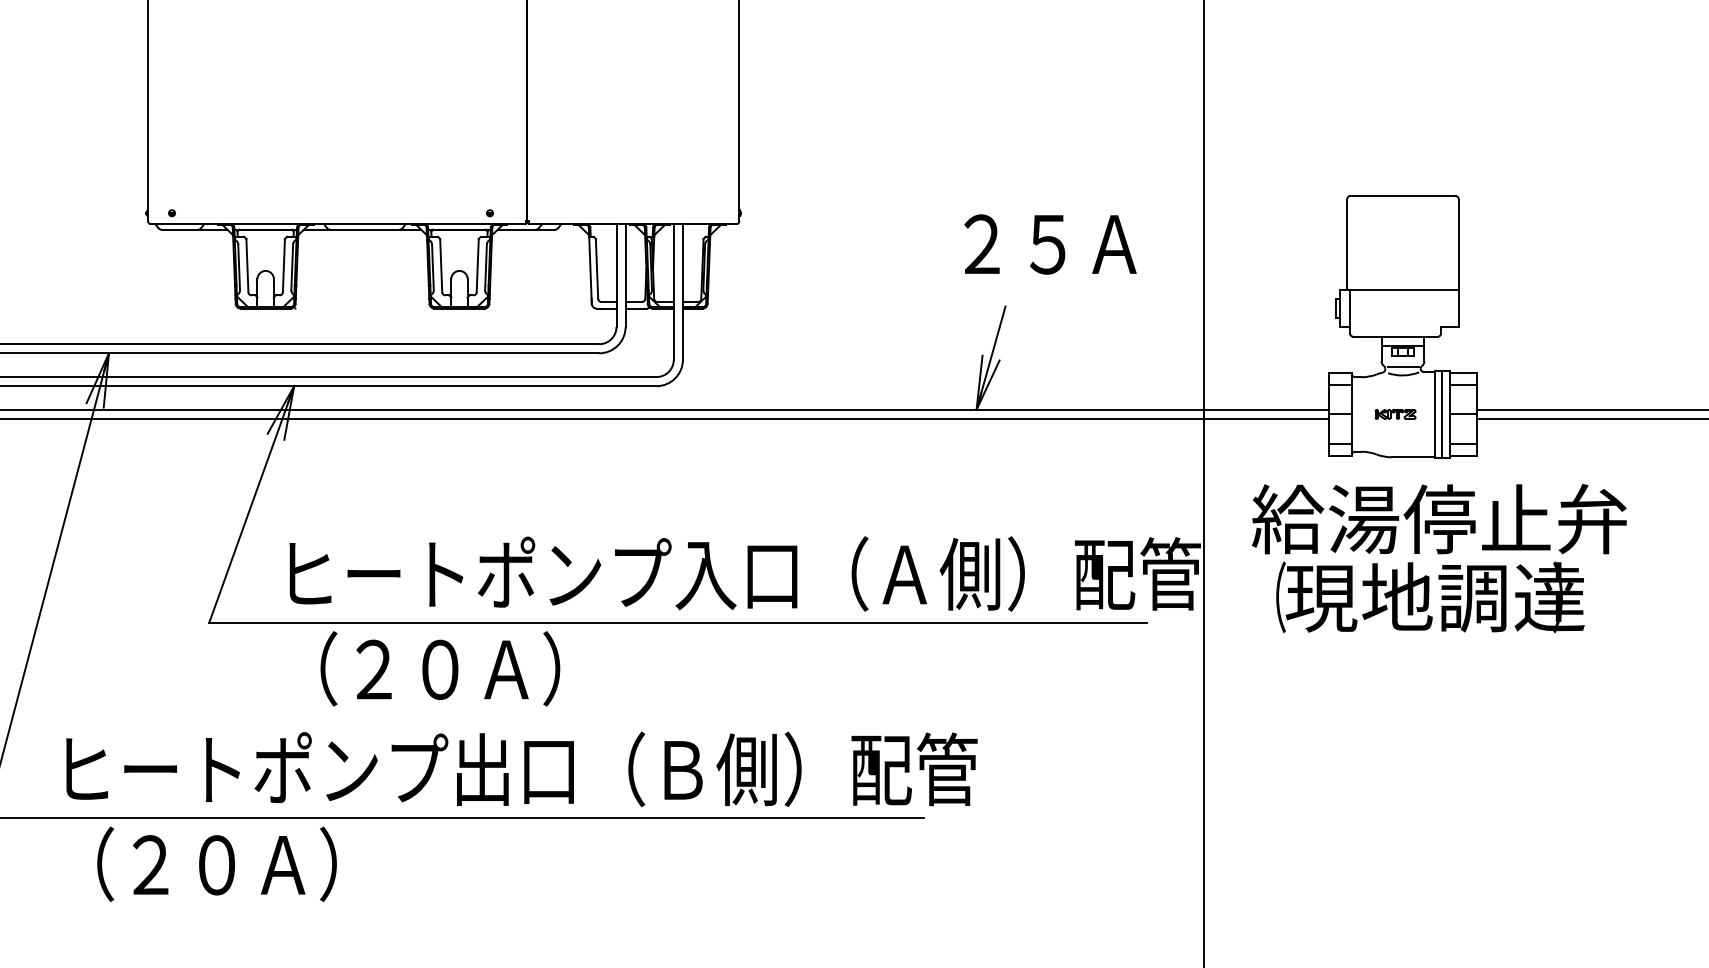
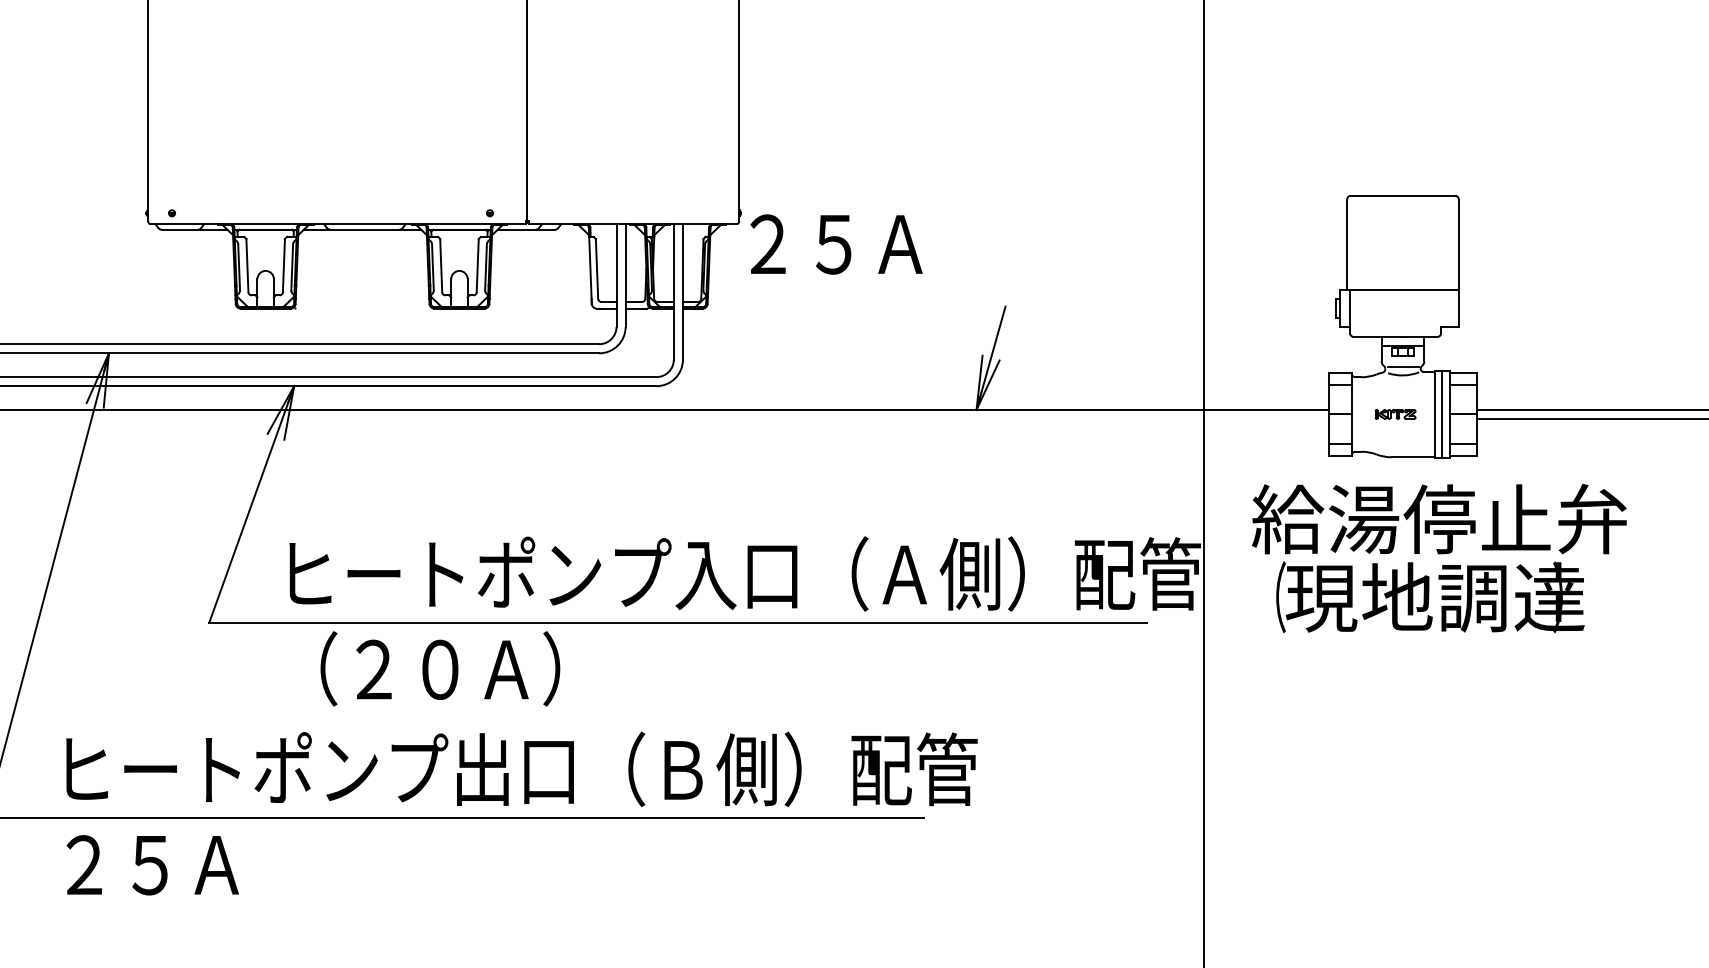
text at (1050, 244) position: (1050, 244) -> (836, 244)
line at (665, 419): present -> none
text at (201, 863): （２０Ａ） -> ２５Ａ
